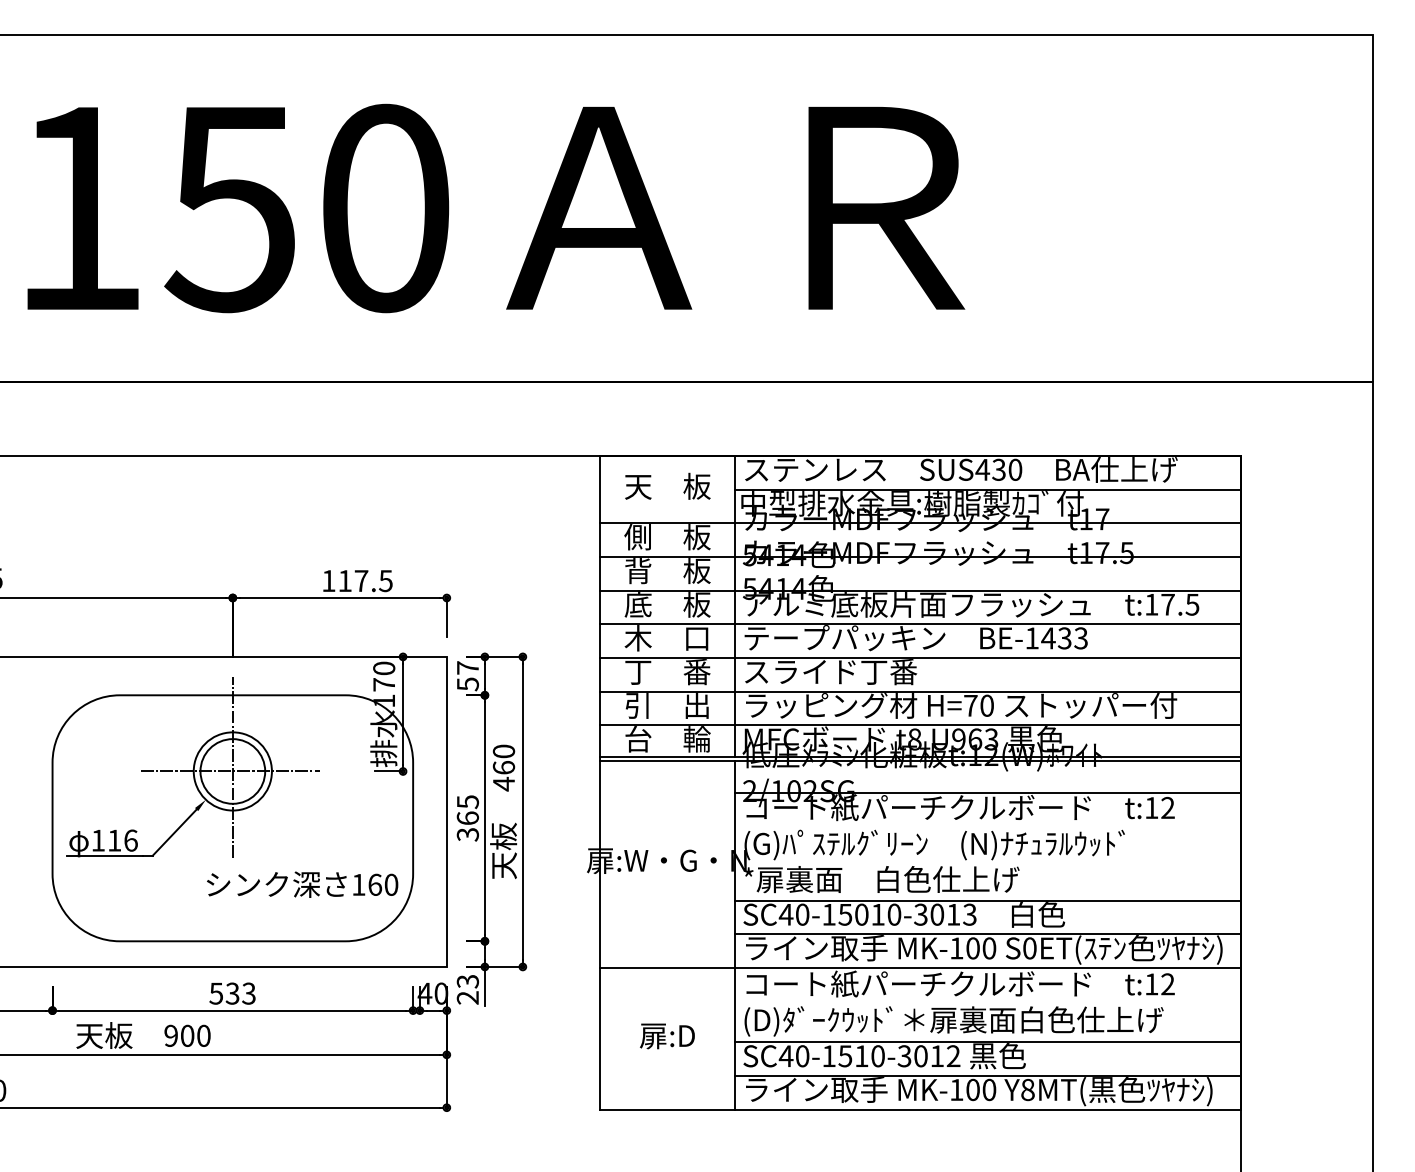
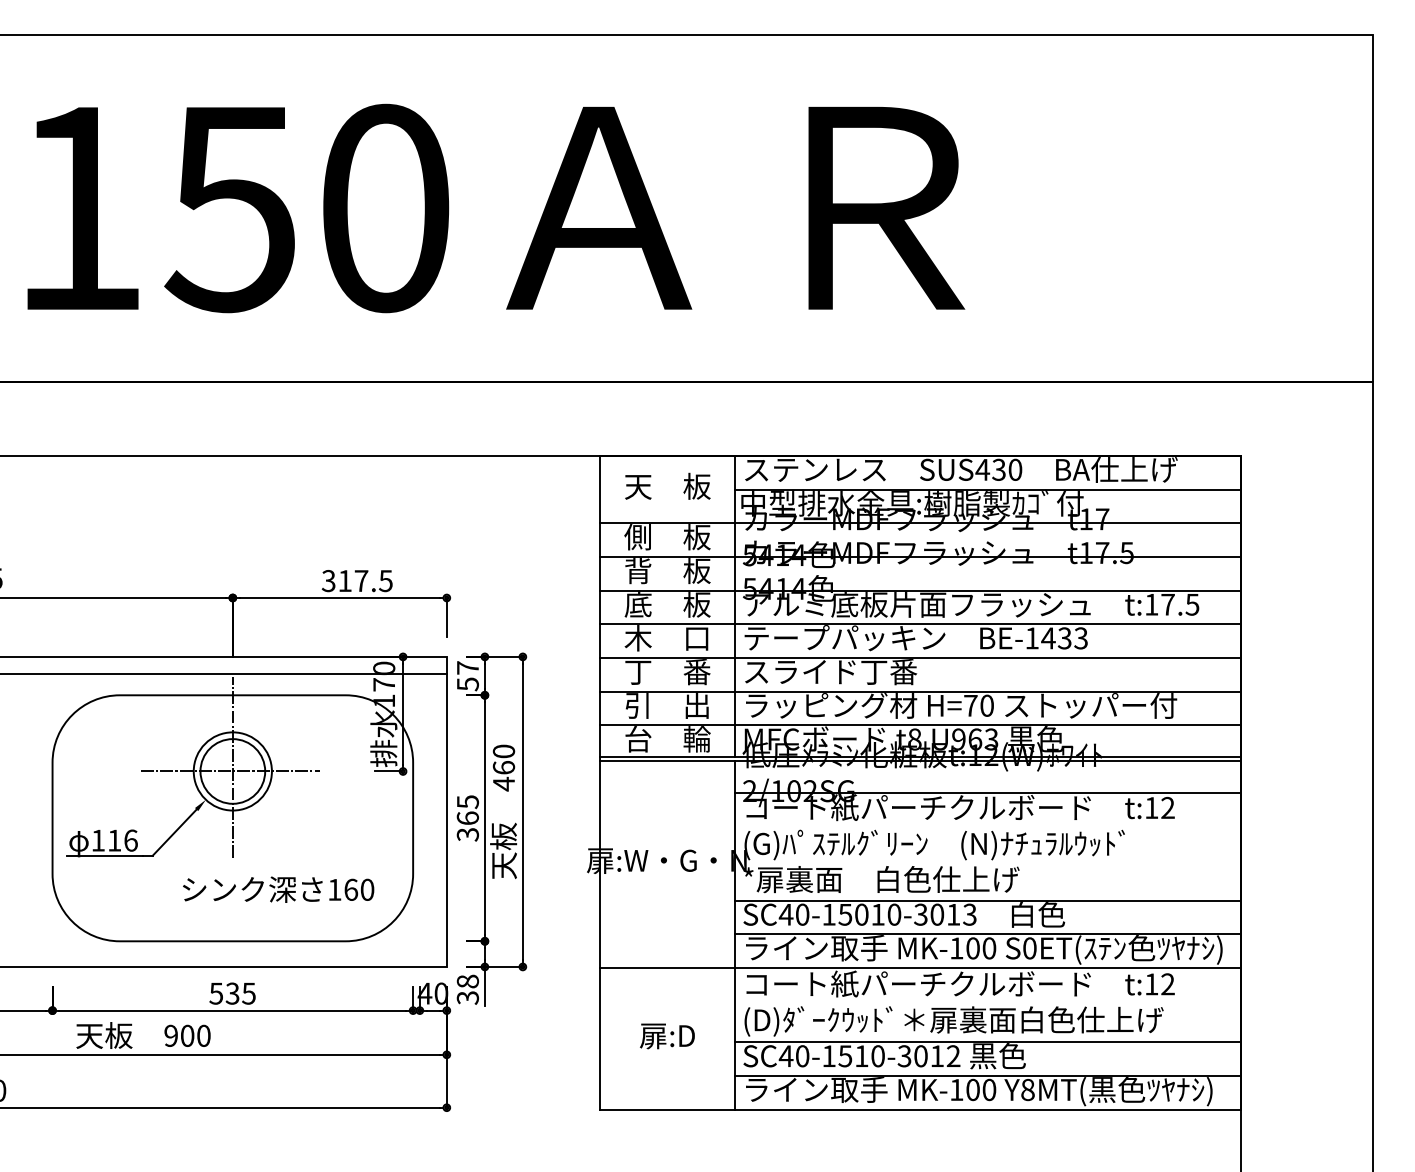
text at (328, 581): 117.5 -> 317.5
line at (224, 673): none -> present
text at (302, 884) position: (302, 884) -> (278, 889)
text at (467, 989): 23 -> 38
text at (248, 993): 533 -> 535
